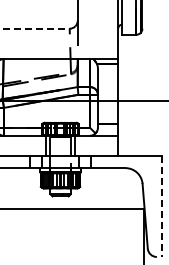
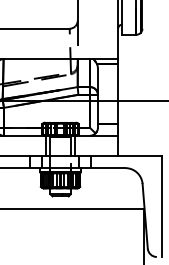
line at (35, 28): dashed -> solid
line at (161, 207): dashed -> solid
